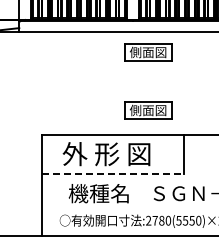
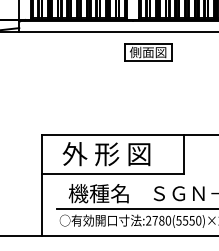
part at (148, 110): present -> none
line at (113, 173): dashed -> solid
line at (136, 209): none -> present
